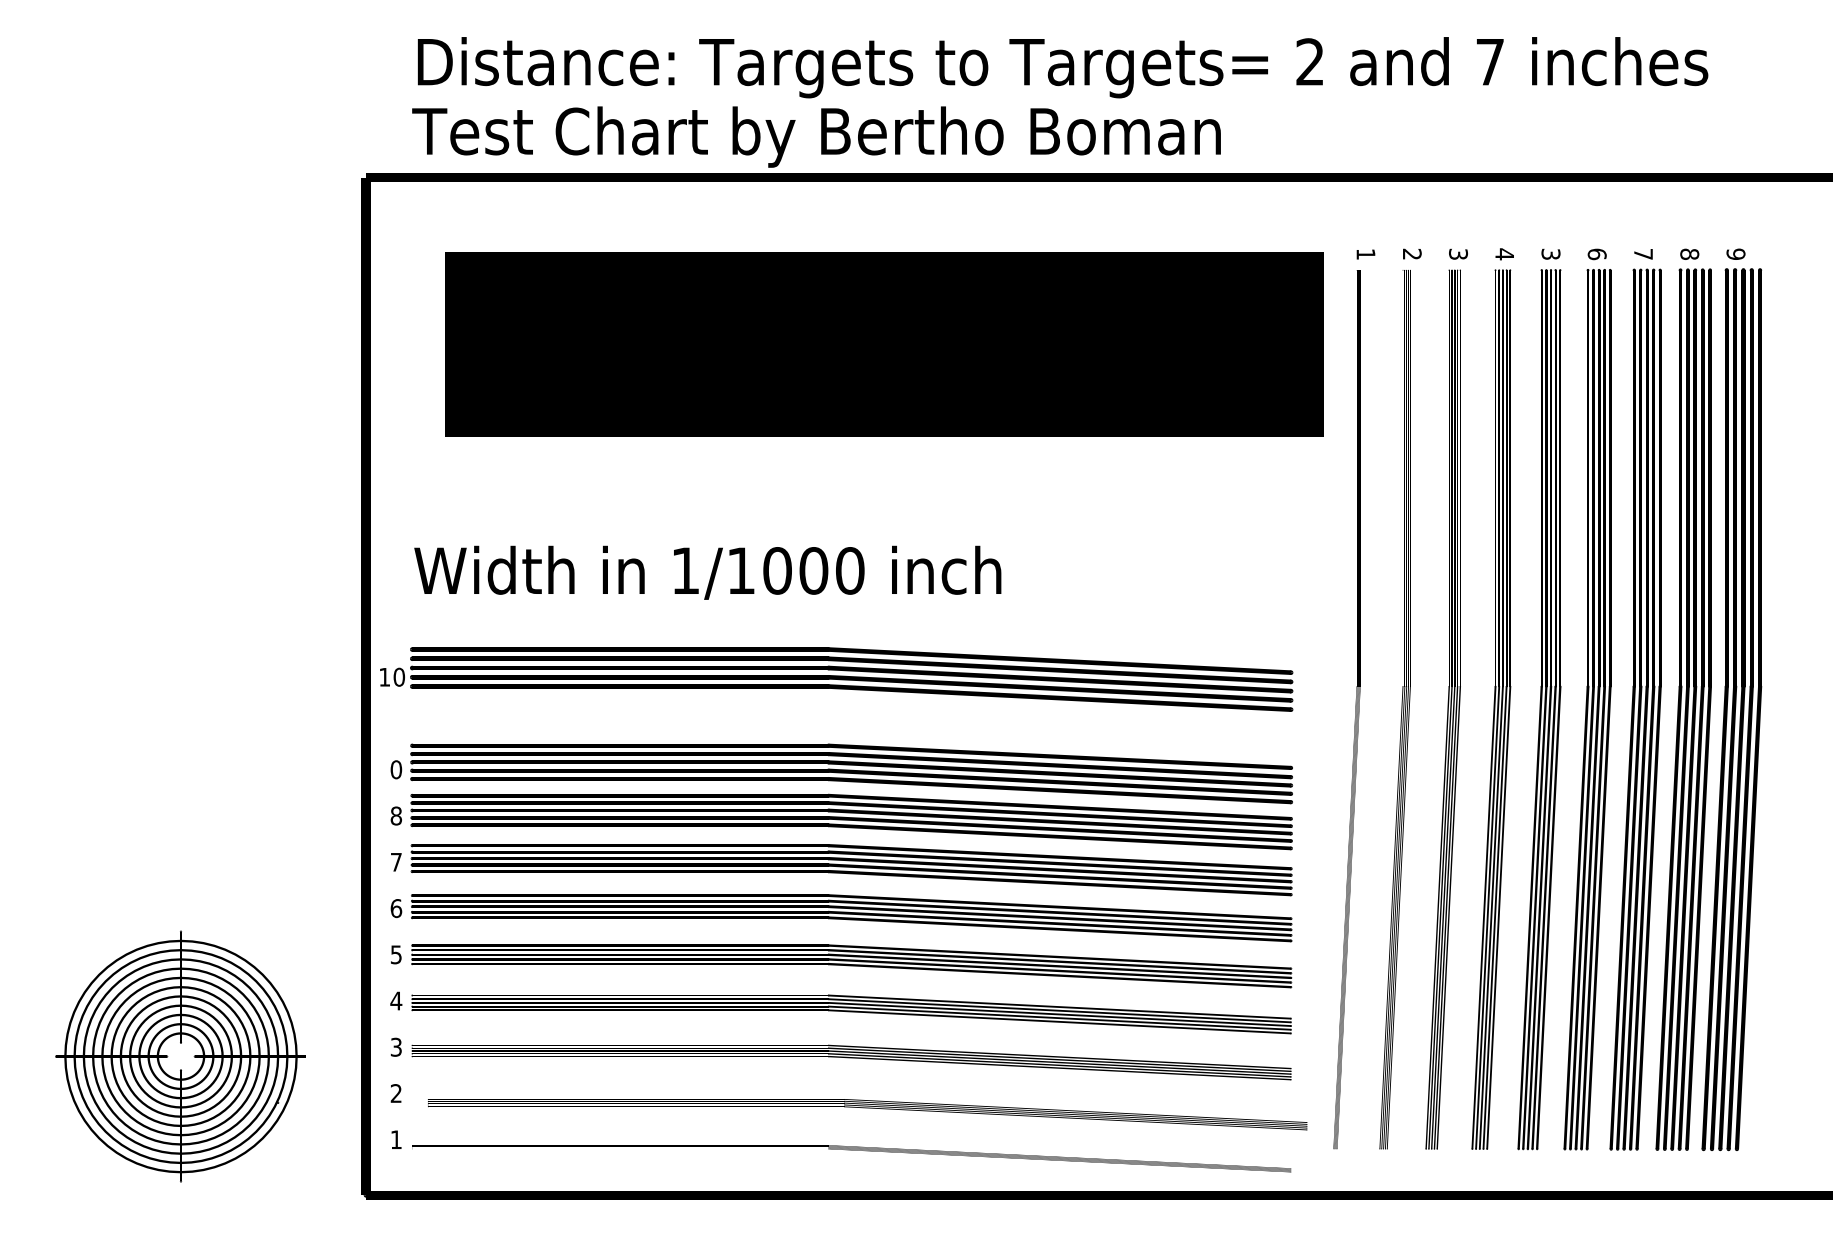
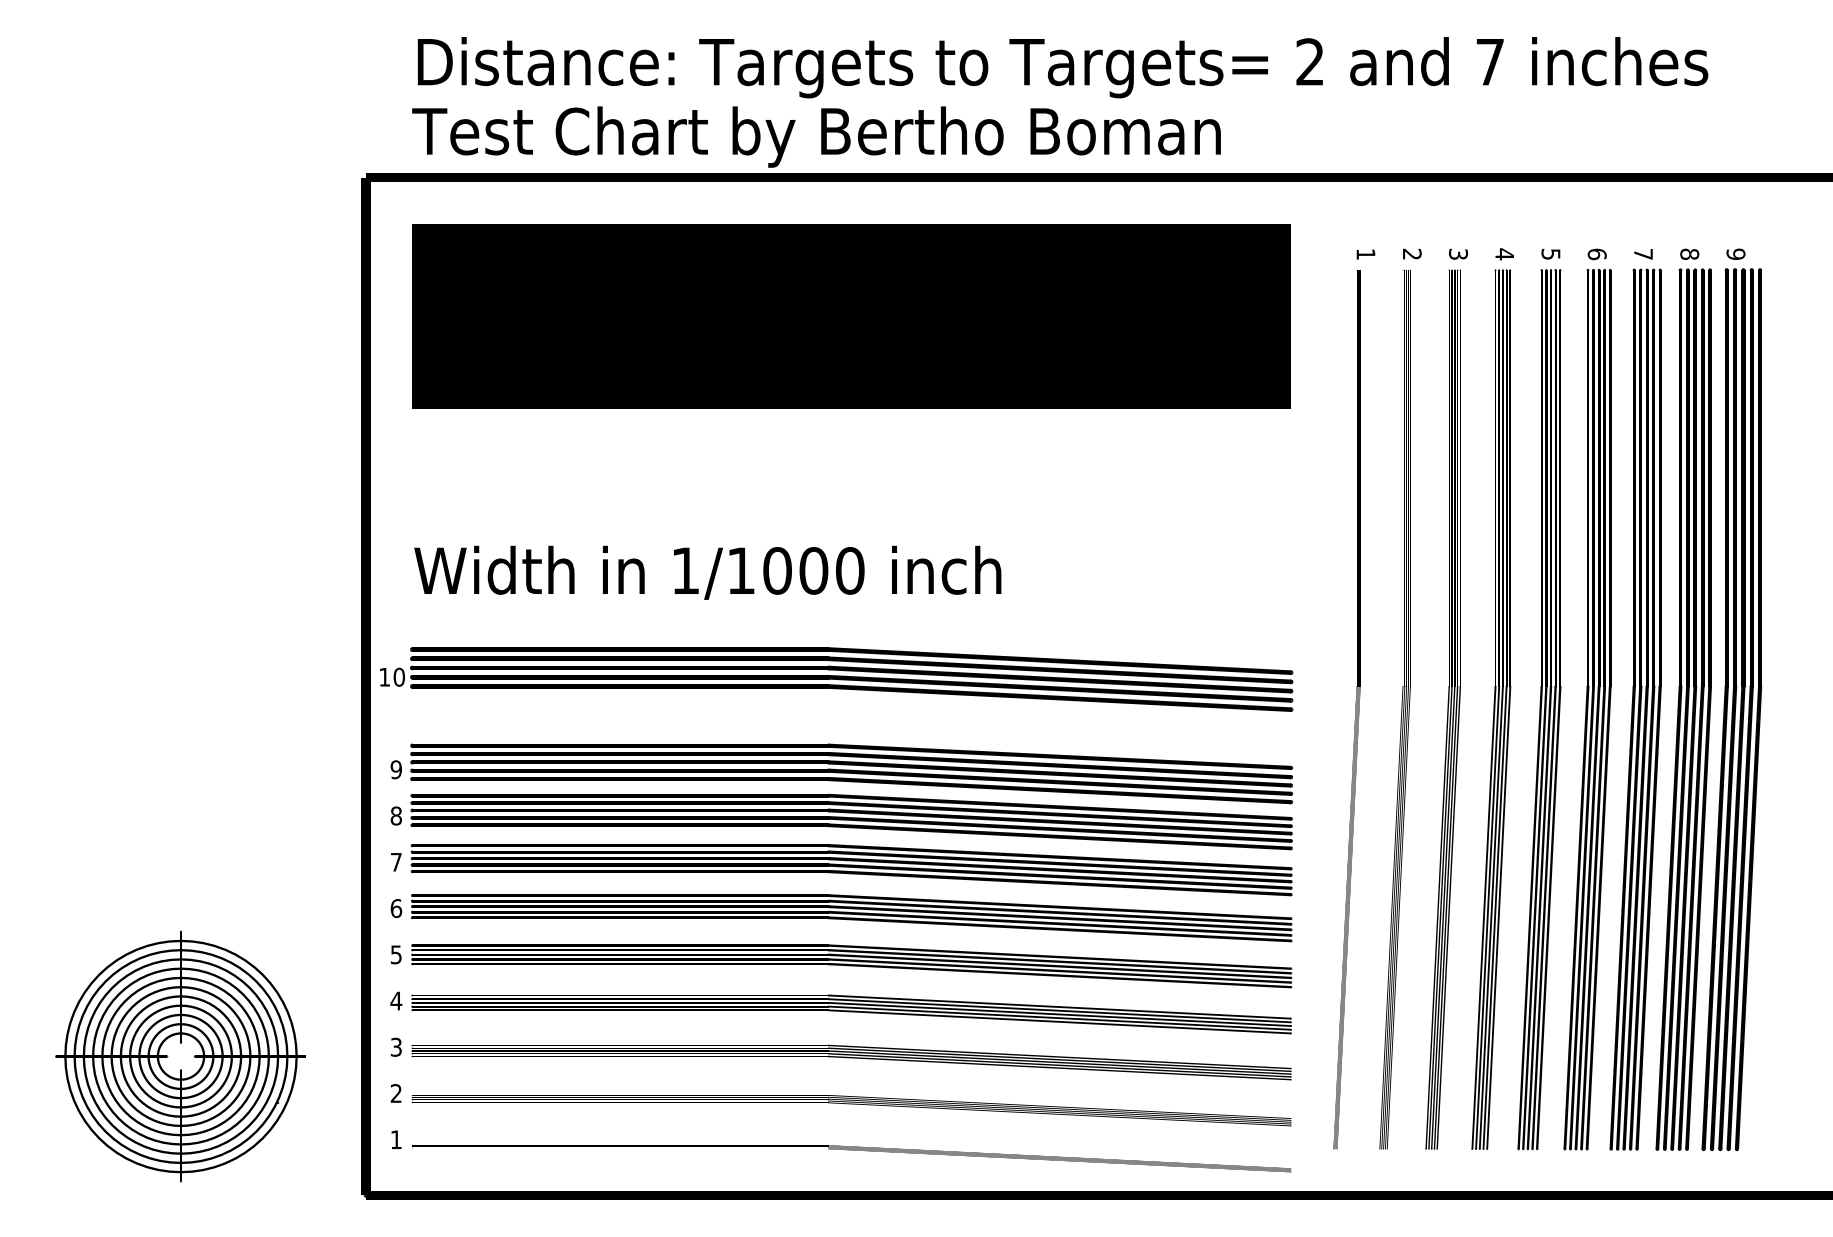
text at (1551, 254): 3 -> 5
line at (884, 344) position: (884, 344) -> (851, 316)
text at (396, 769): 0 -> 9
part at (867, 1114) position: (867, 1114) -> (851, 1110)
